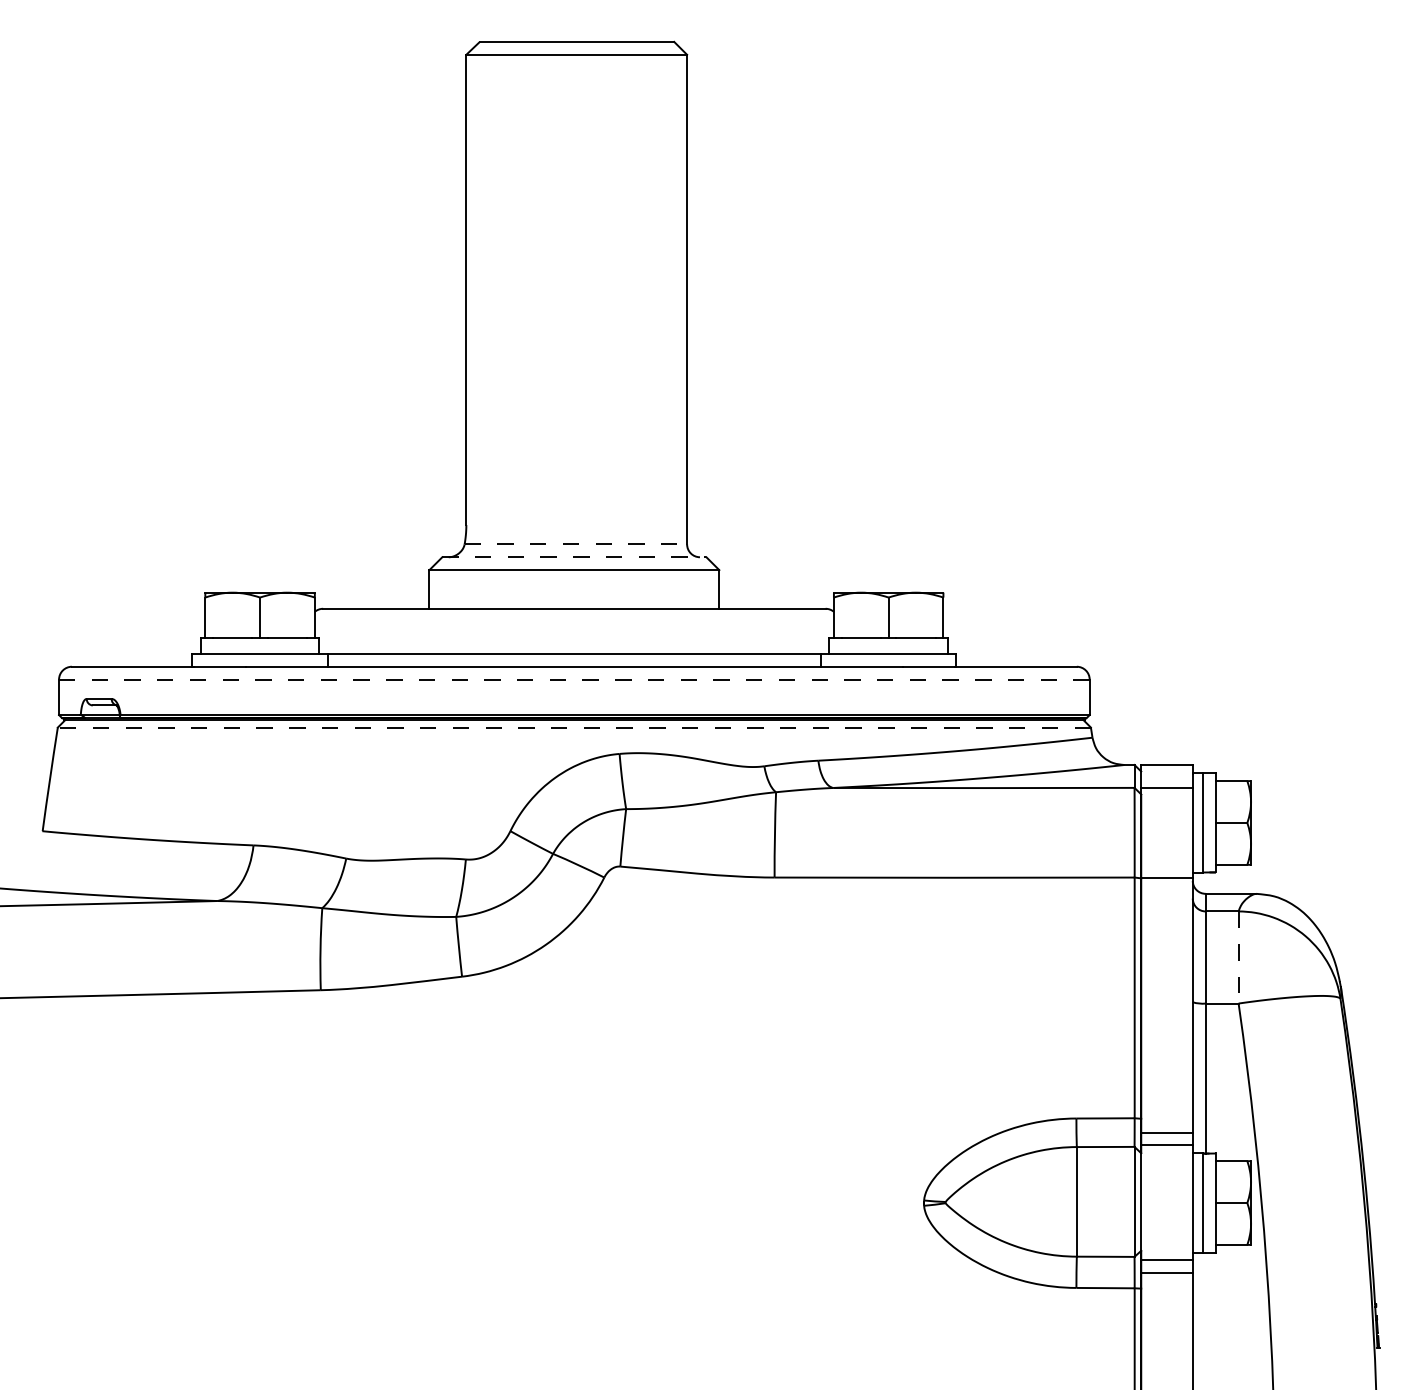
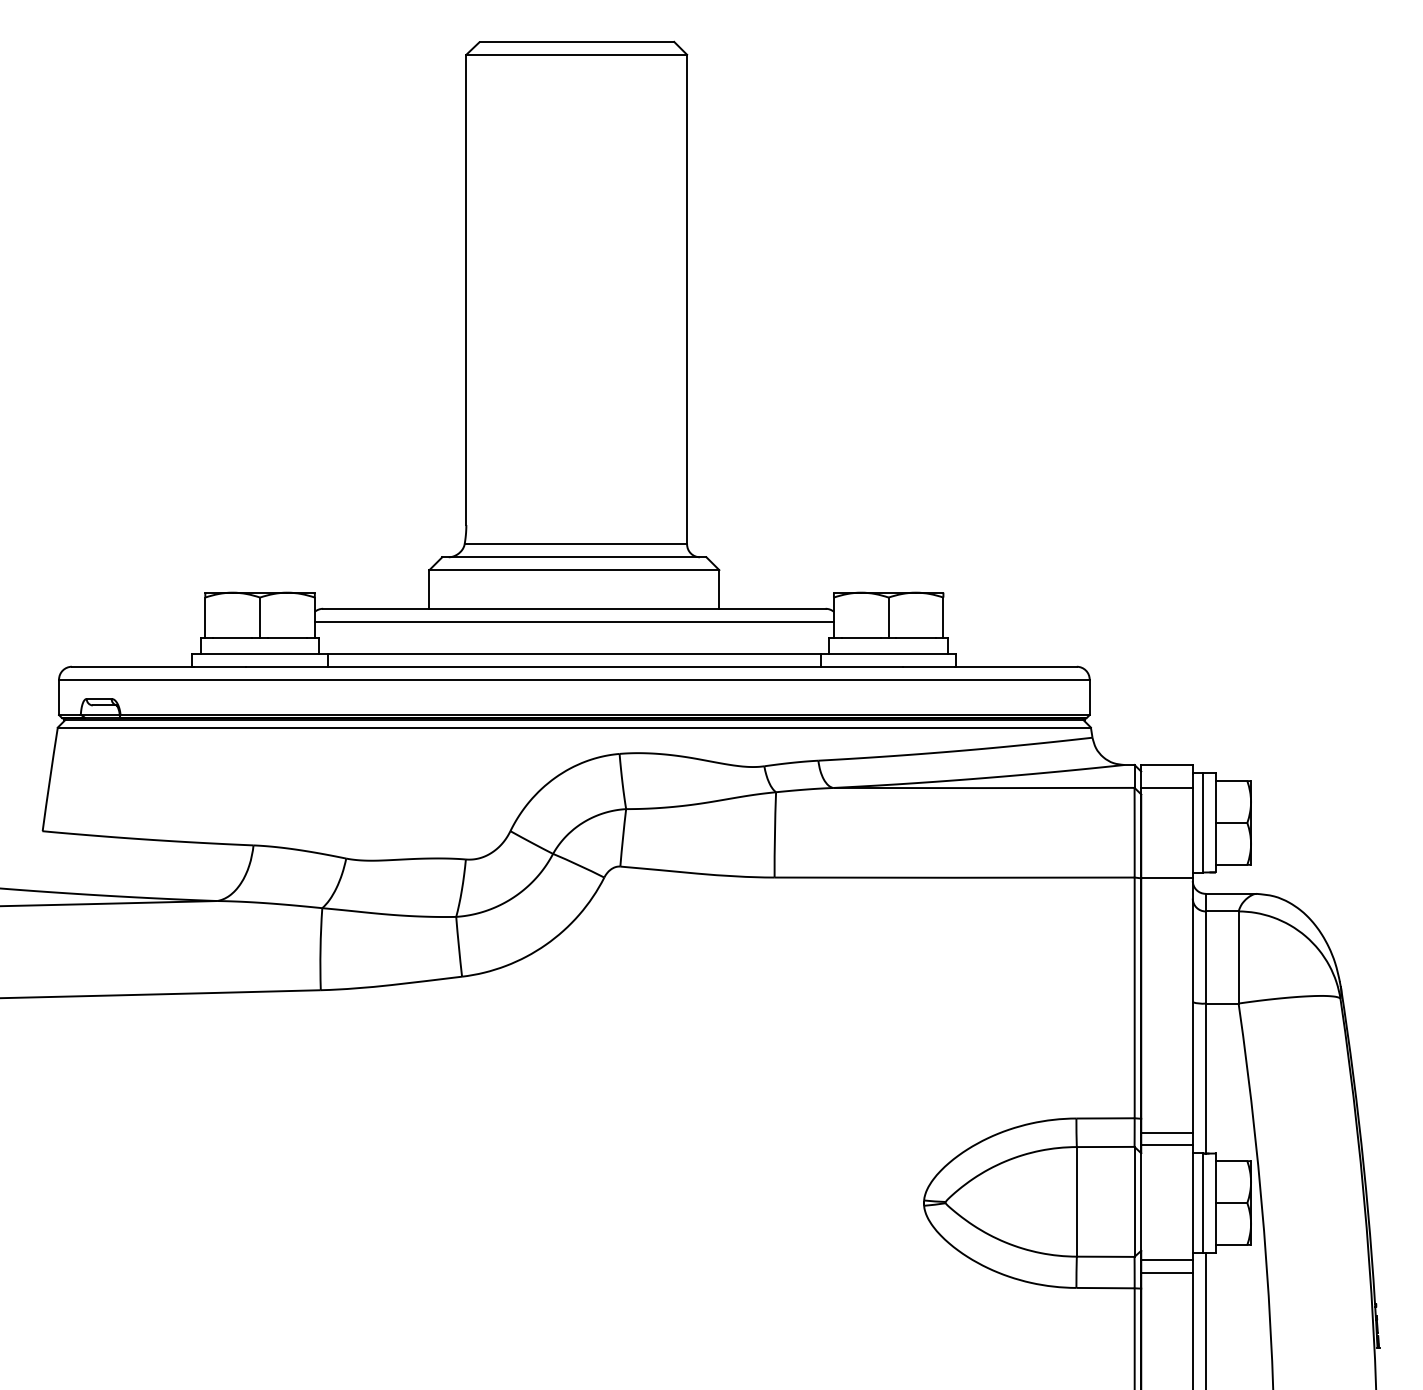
line at (576, 544): dashed -> solid
line at (574, 557): dashed -> solid
line at (573, 621): none -> present
line at (573, 679): dashed -> solid
line at (574, 727): dashed -> solid
line at (1238, 957): dashed -> solid
line at (1205, 1319): none -> present
